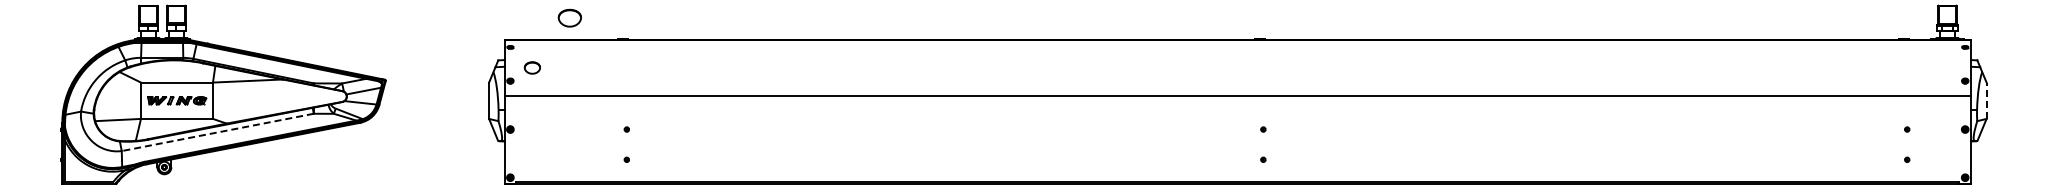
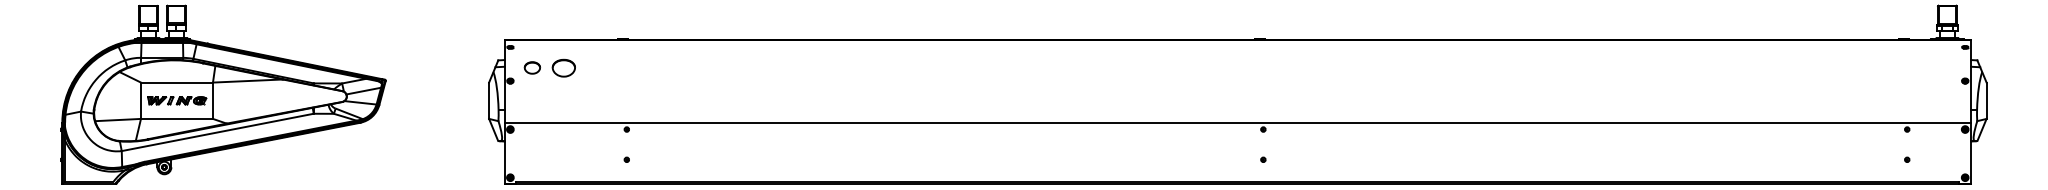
part at (569, 17) position: (569, 17) -> (563, 67)
line at (1237, 95) position: (1237, 95) -> (1237, 122)
line at (1986, 100): dashed -> solid
line at (217, 132): dashed -> solid
